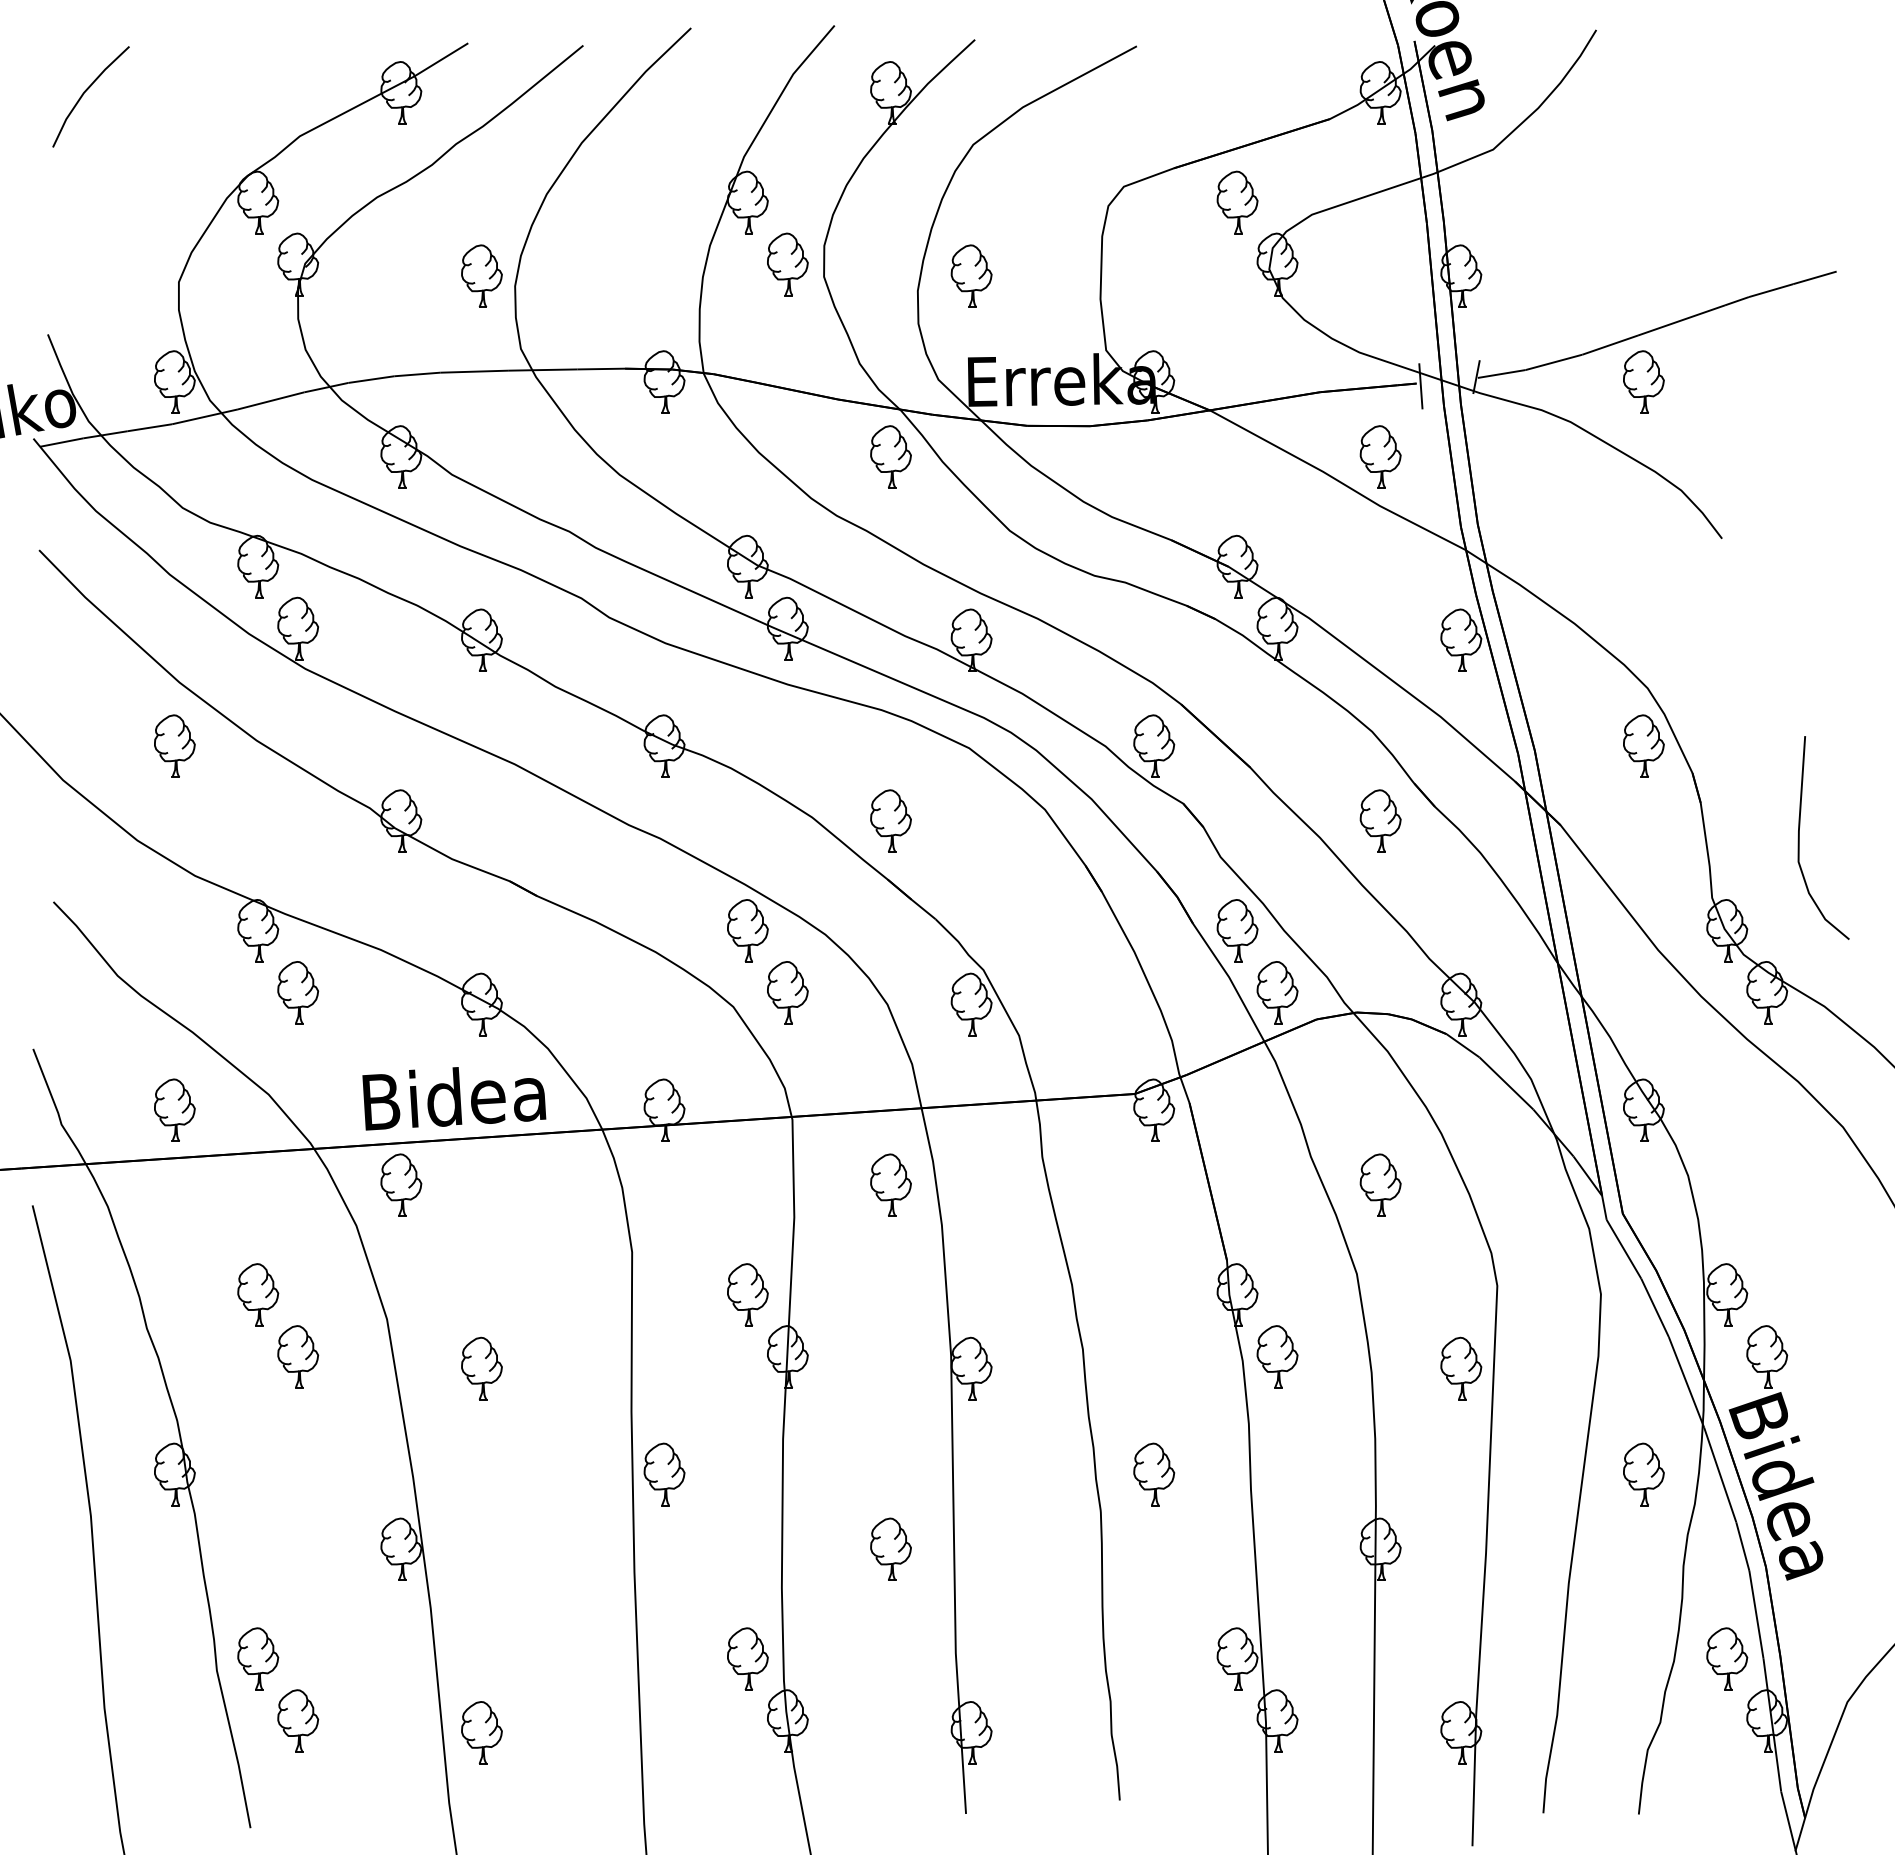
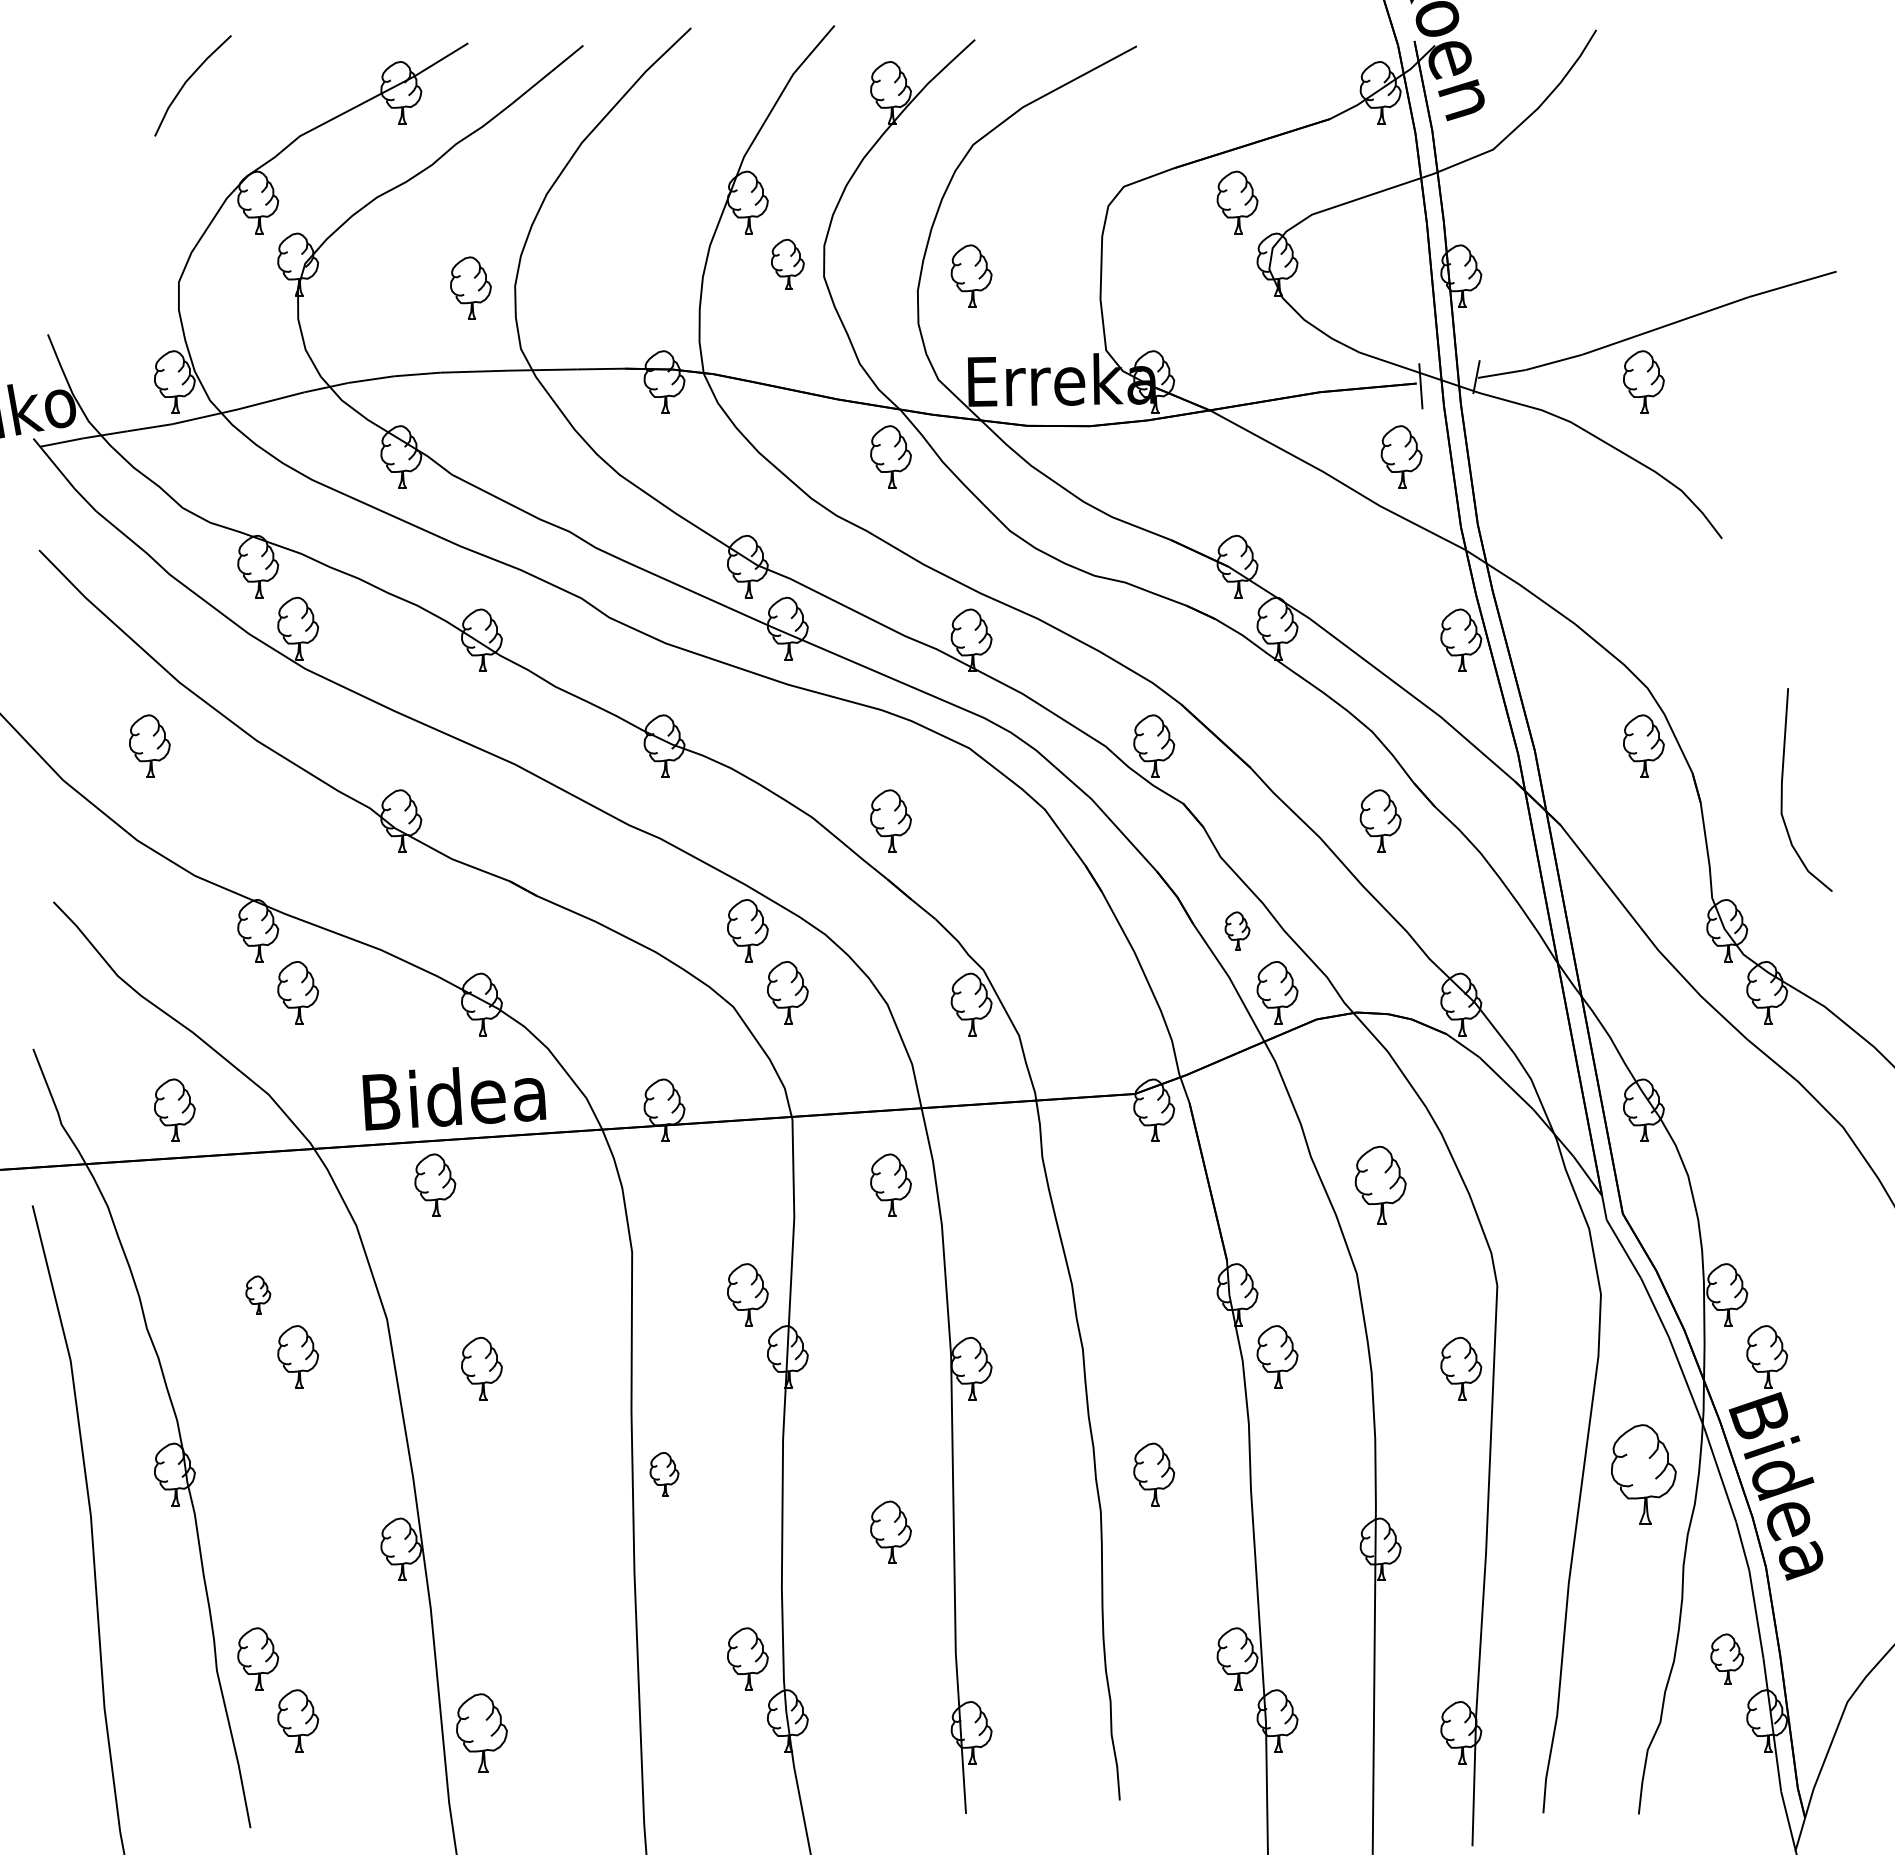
curve at (86, 91) position: (86, 91) -> (188, 80)
part at (787, 264) size: 42x65 px -> 34x52 px
part at (481, 275) position: (481, 275) -> (470, 287)
part at (1380, 456) position: (1380, 456) -> (1401, 456)
part at (174, 745) position: (174, 745) -> (149, 745)
curve at (1799, 837) position: (1799, 837) -> (1782, 789)
part at (1237, 930) size: 43x64 px -> 27x40 px
part at (401, 1184) position: (401, 1184) -> (435, 1184)
part at (1380, 1184) size: 43x64 px -> 53x80 px
part at (258, 1294) size: 43x64 px -> 27x40 px
part at (664, 1474) size: 43x65 px -> 31x45 px
part at (1643, 1474) size: 42x65 px -> 66x101 px
part at (890, 1548) position: (890, 1548) -> (890, 1531)
part at (1727, 1658) size: 43x64 px -> 35x52 px
part at (481, 1732) size: 42x64 px -> 52x80 px
